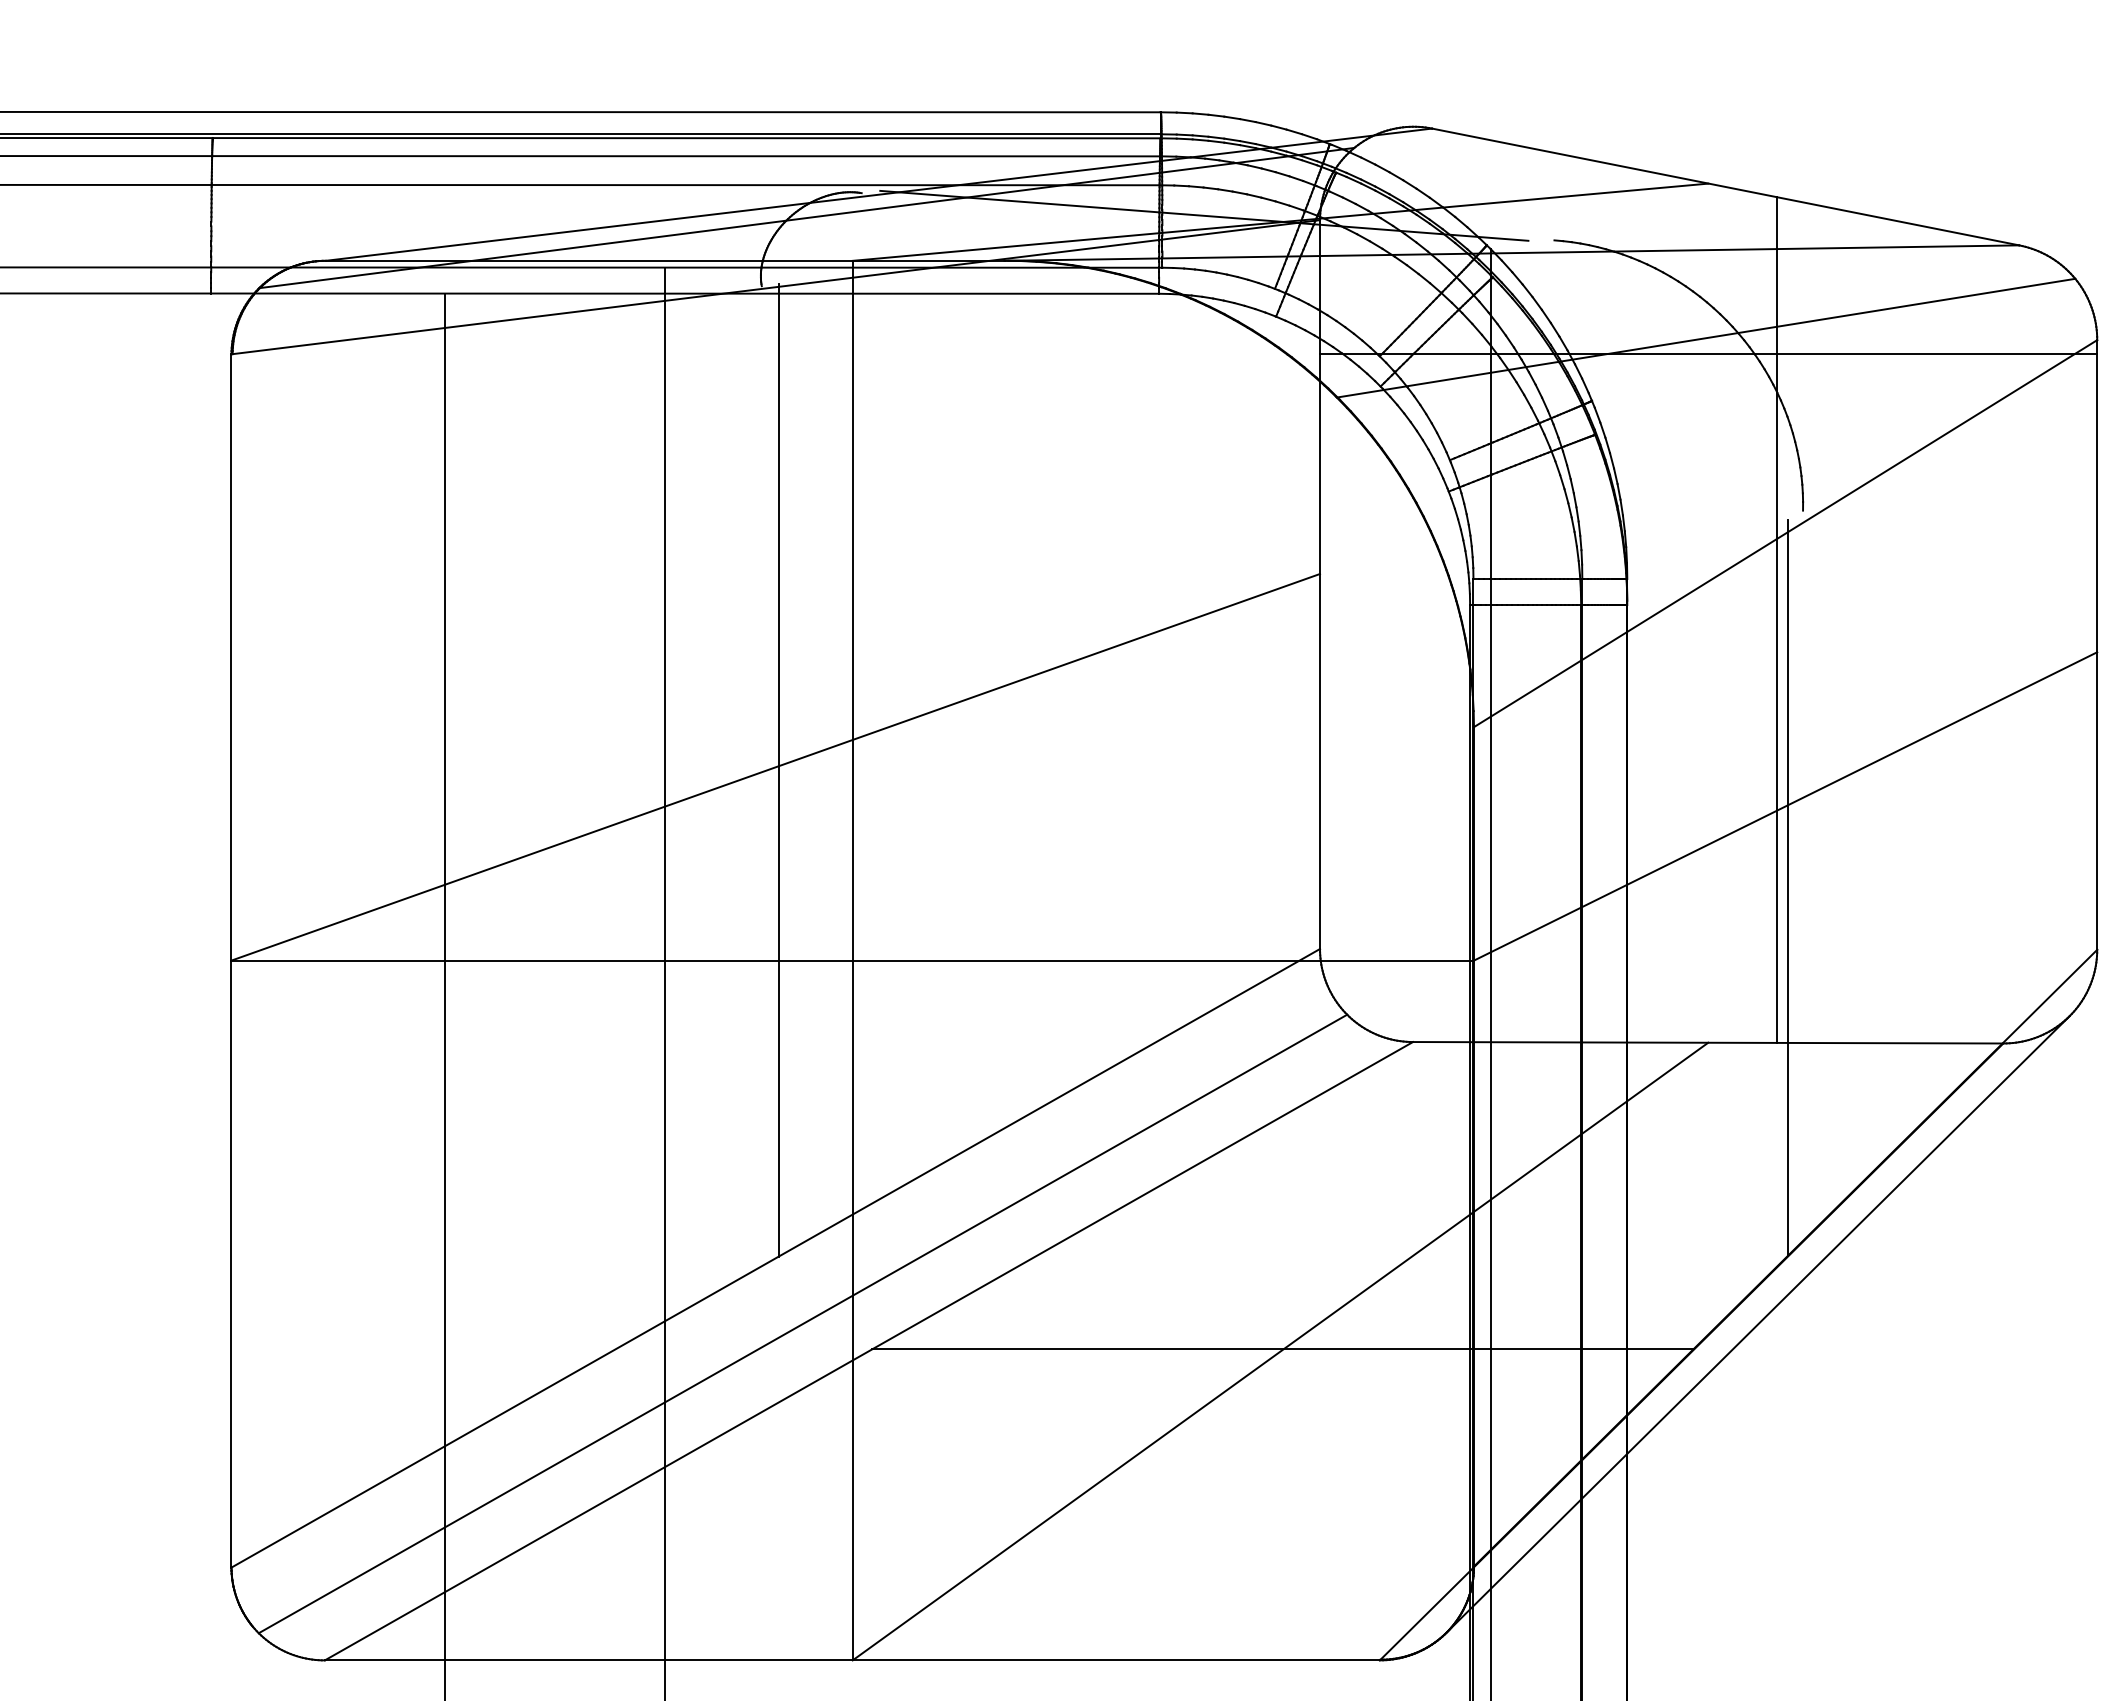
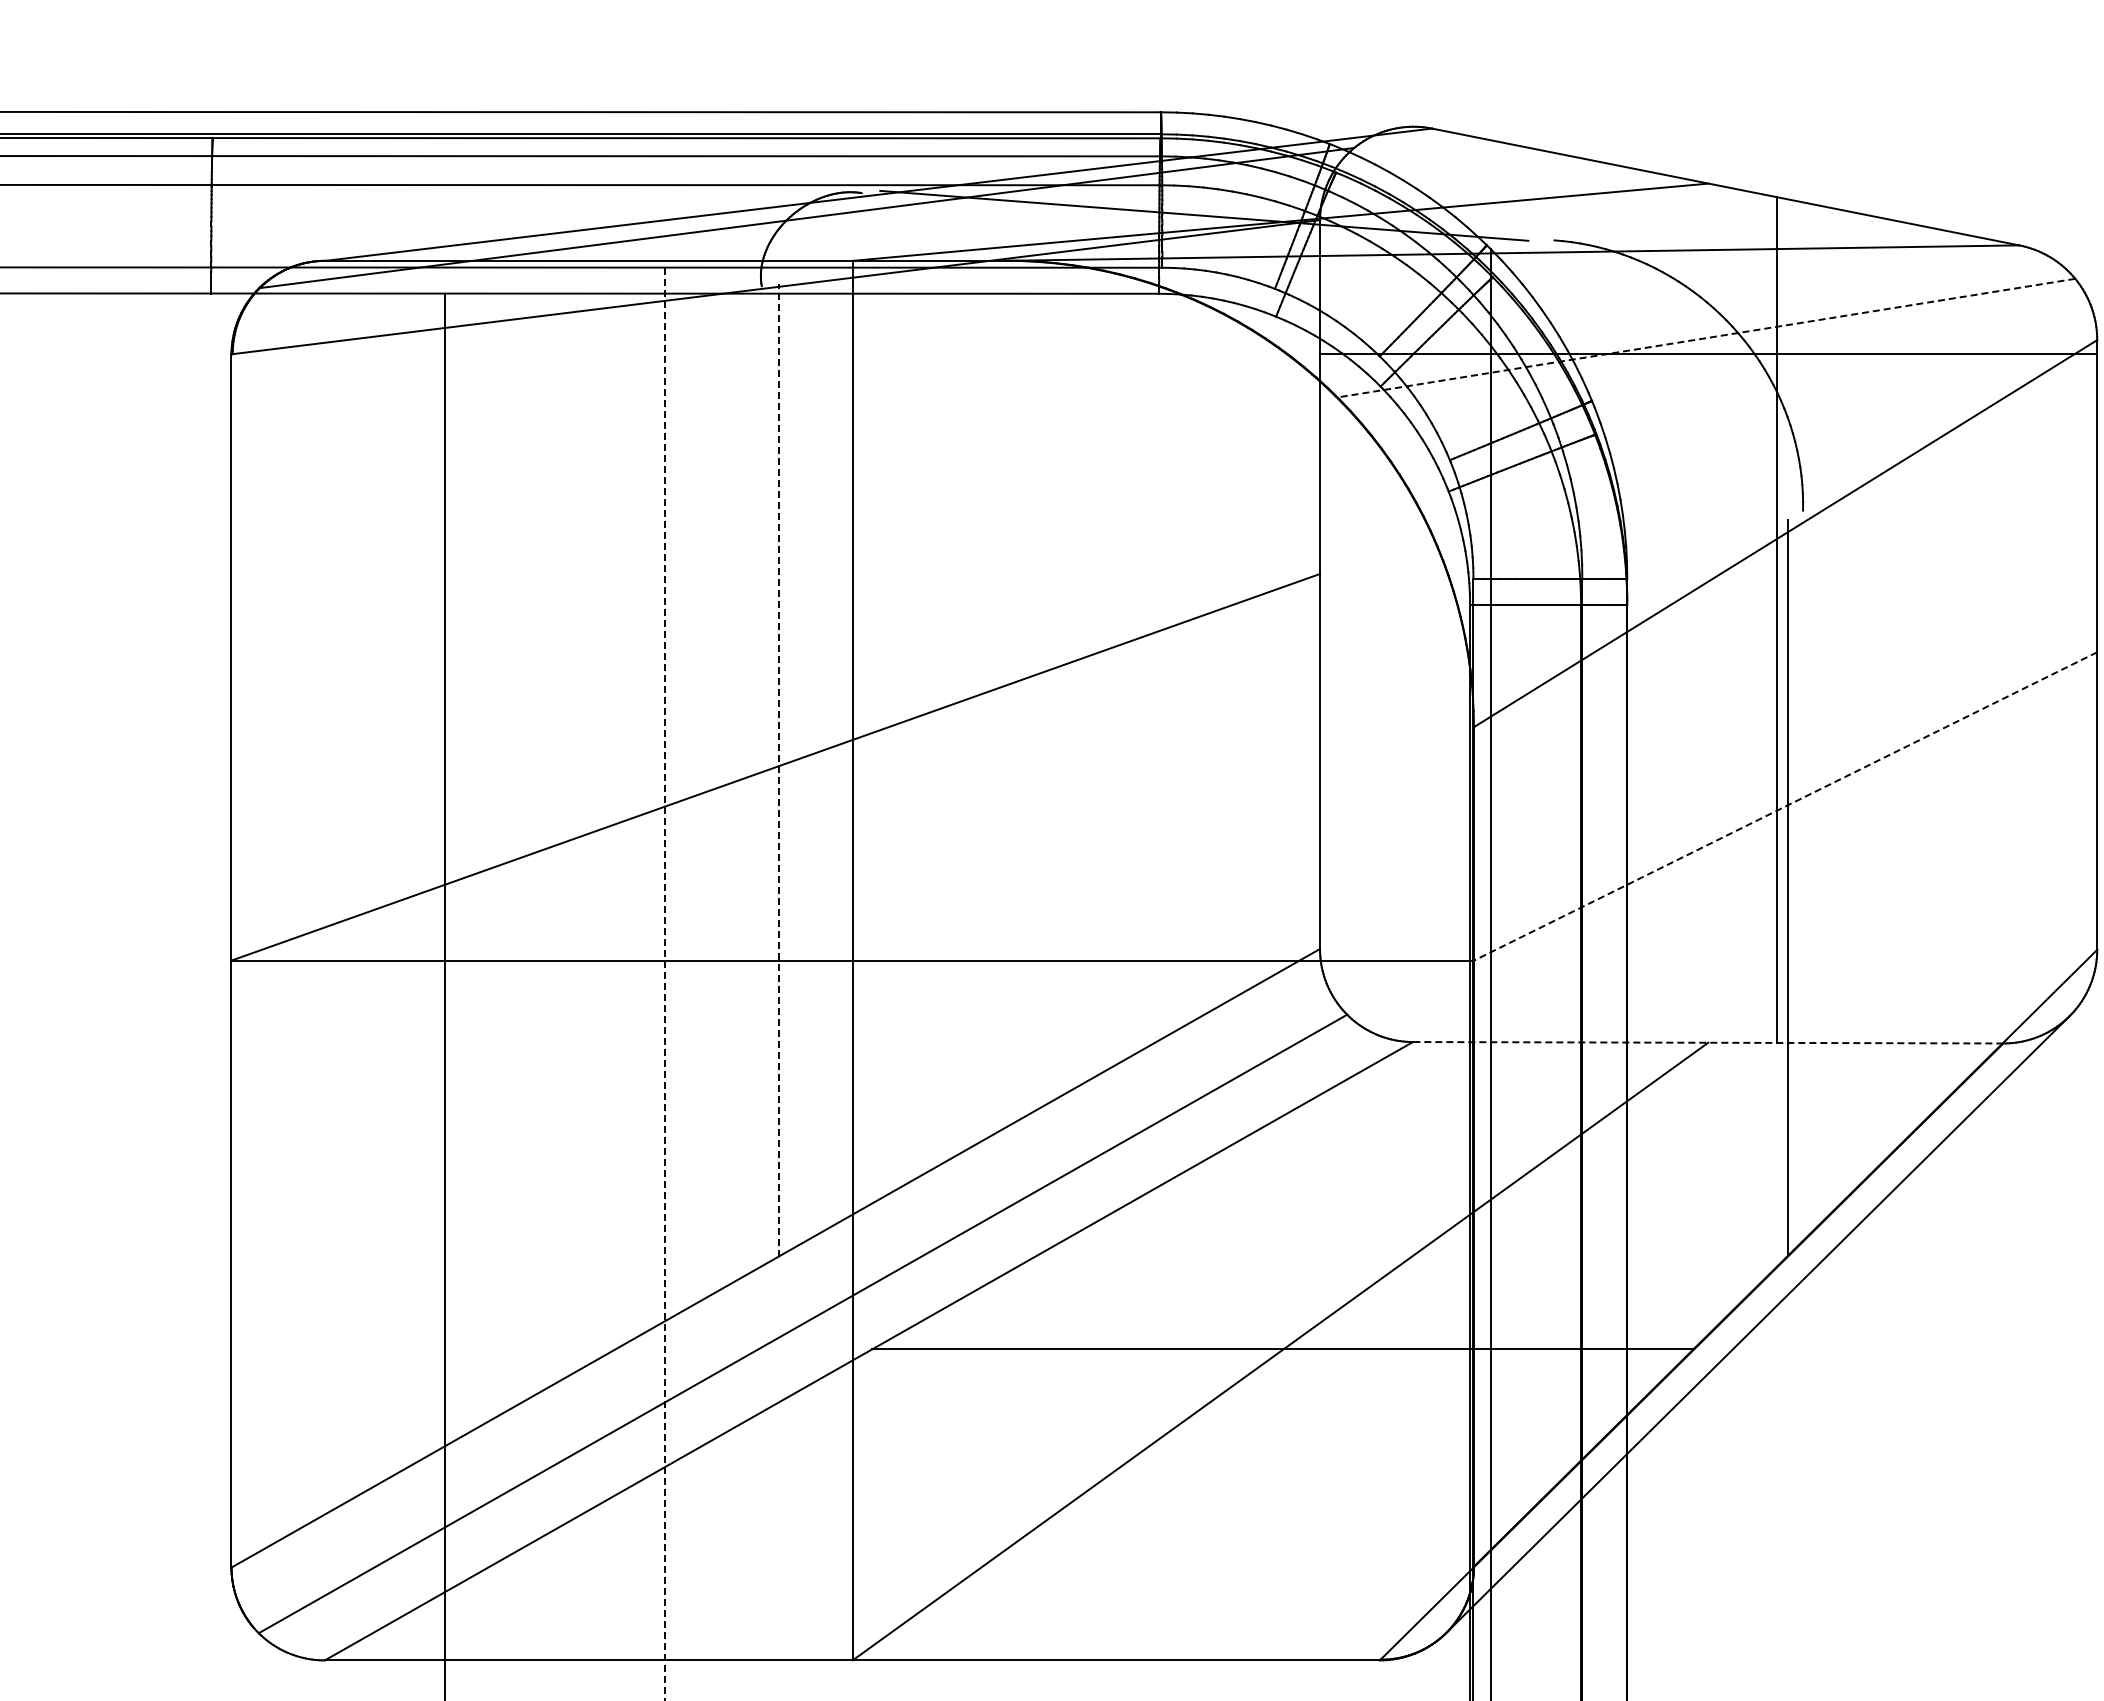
line at (1706, 338): solid -> dashed
line at (778, 769): solid -> dashed
line at (1785, 806): solid -> dashed
line at (665, 984): solid -> dashed
line at (1707, 1042): solid -> dashed
